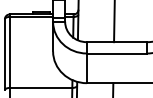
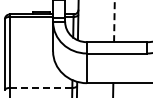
line at (114, 21): solid -> dashed
line at (41, 87): solid -> dashed
